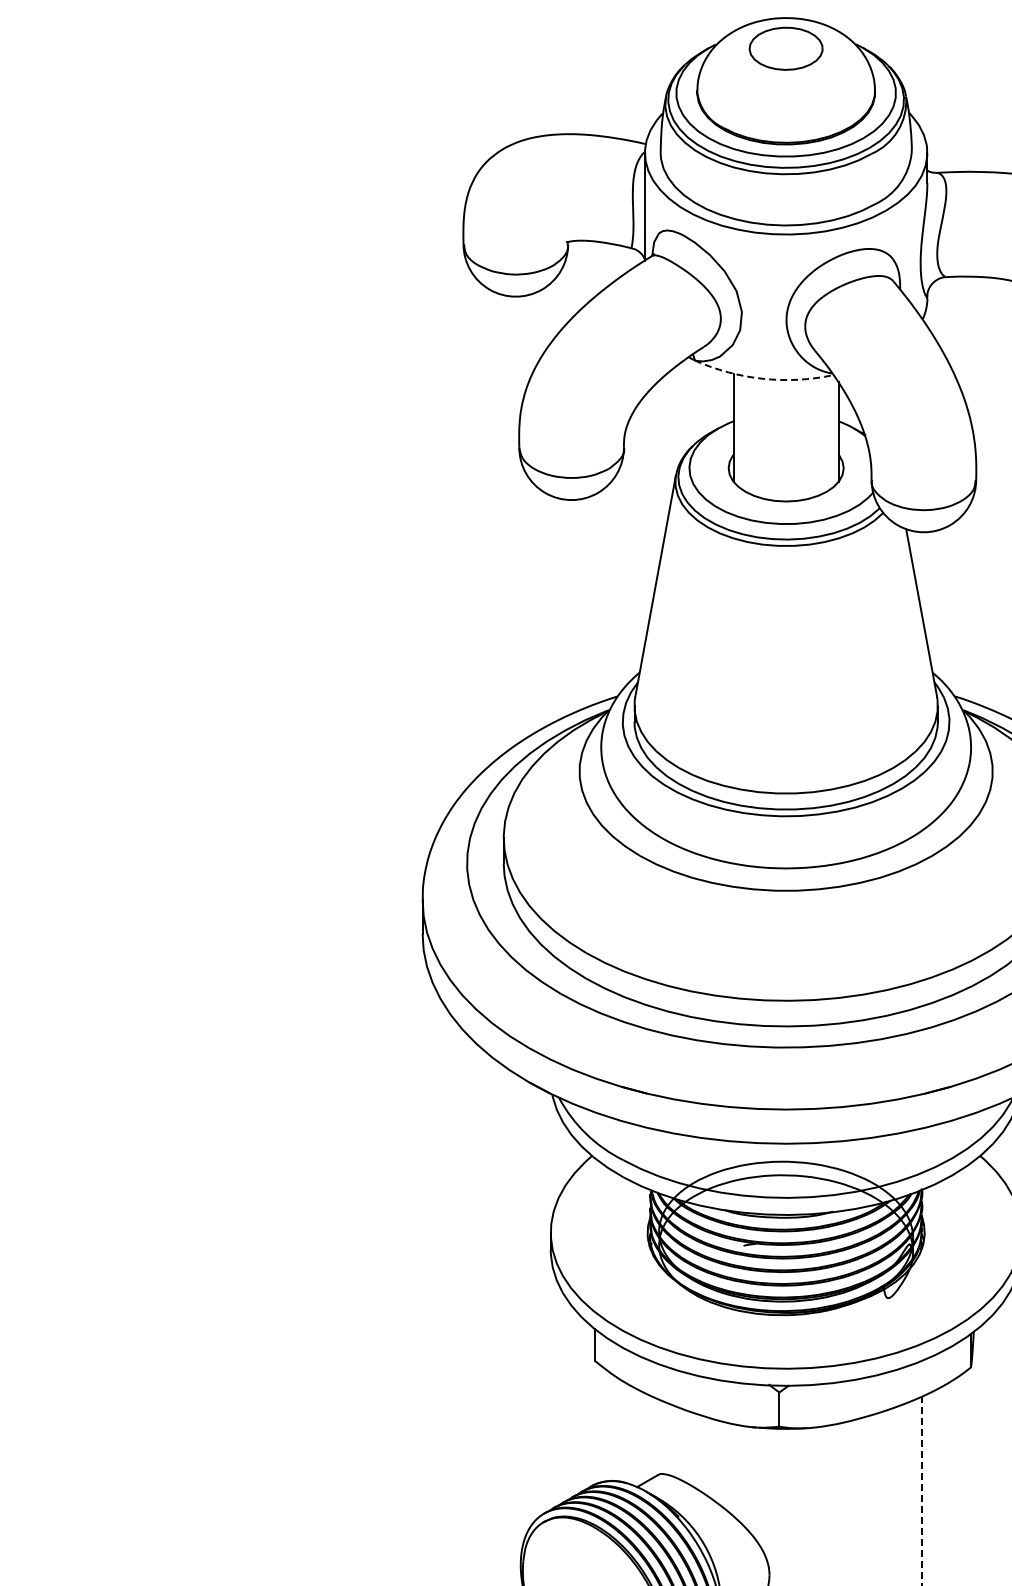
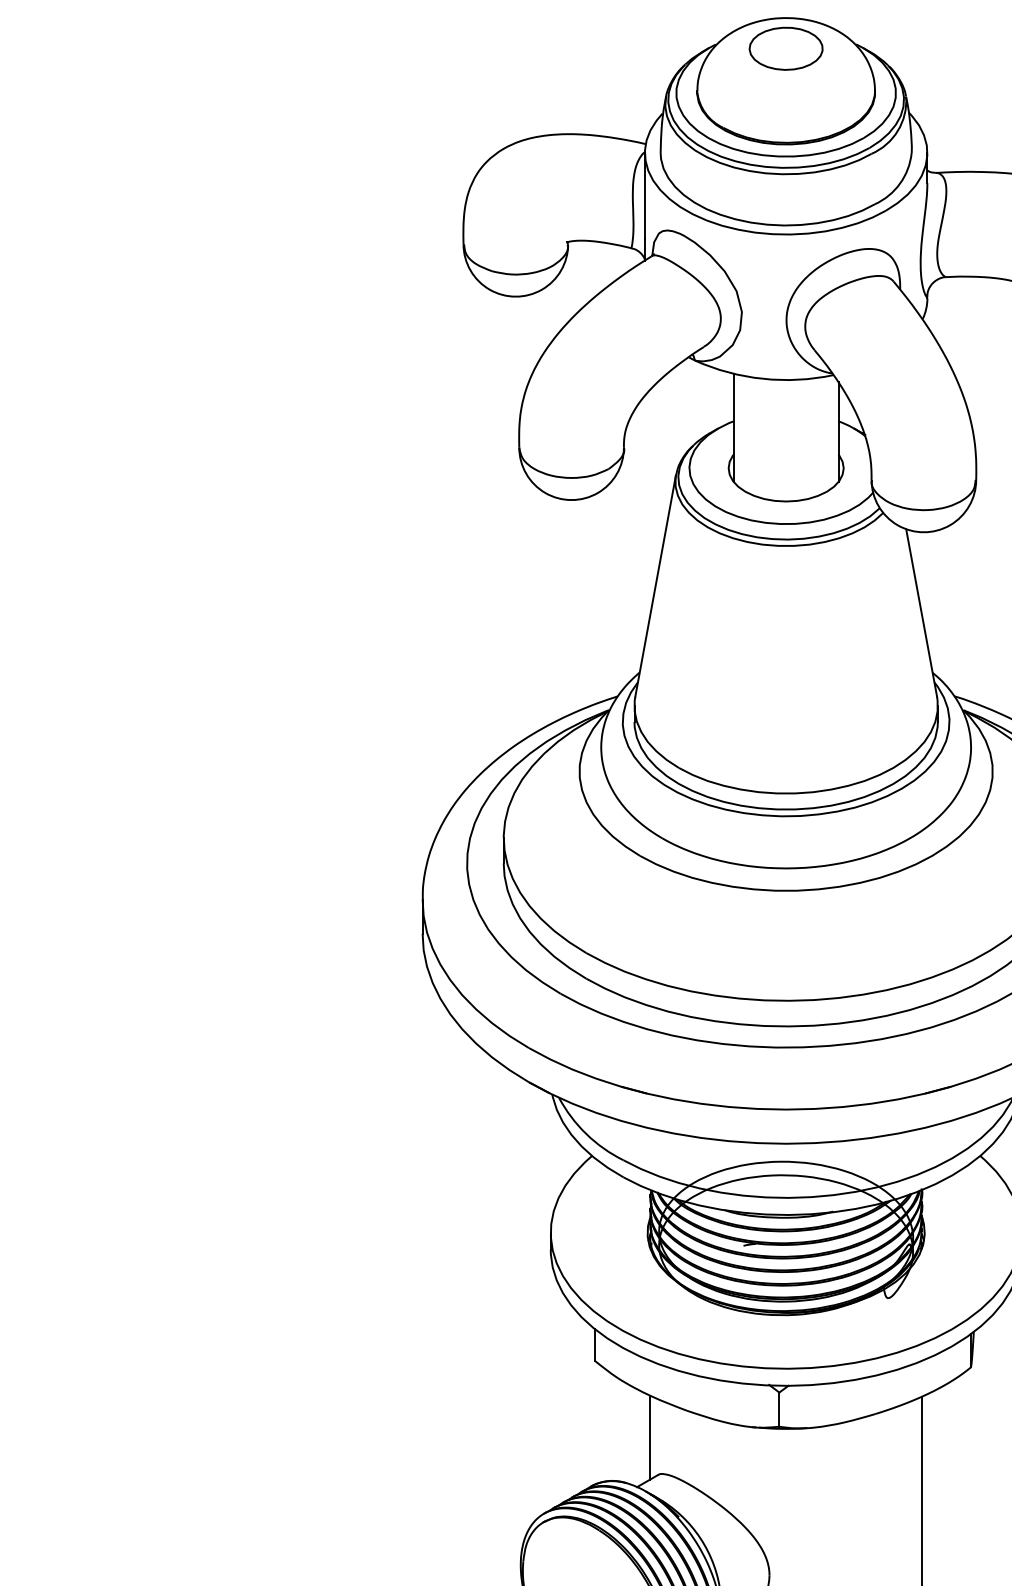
arc at (763, 378): dashed -> solid
line at (650, 1437): none -> present
line at (922, 1490): dashed -> solid
